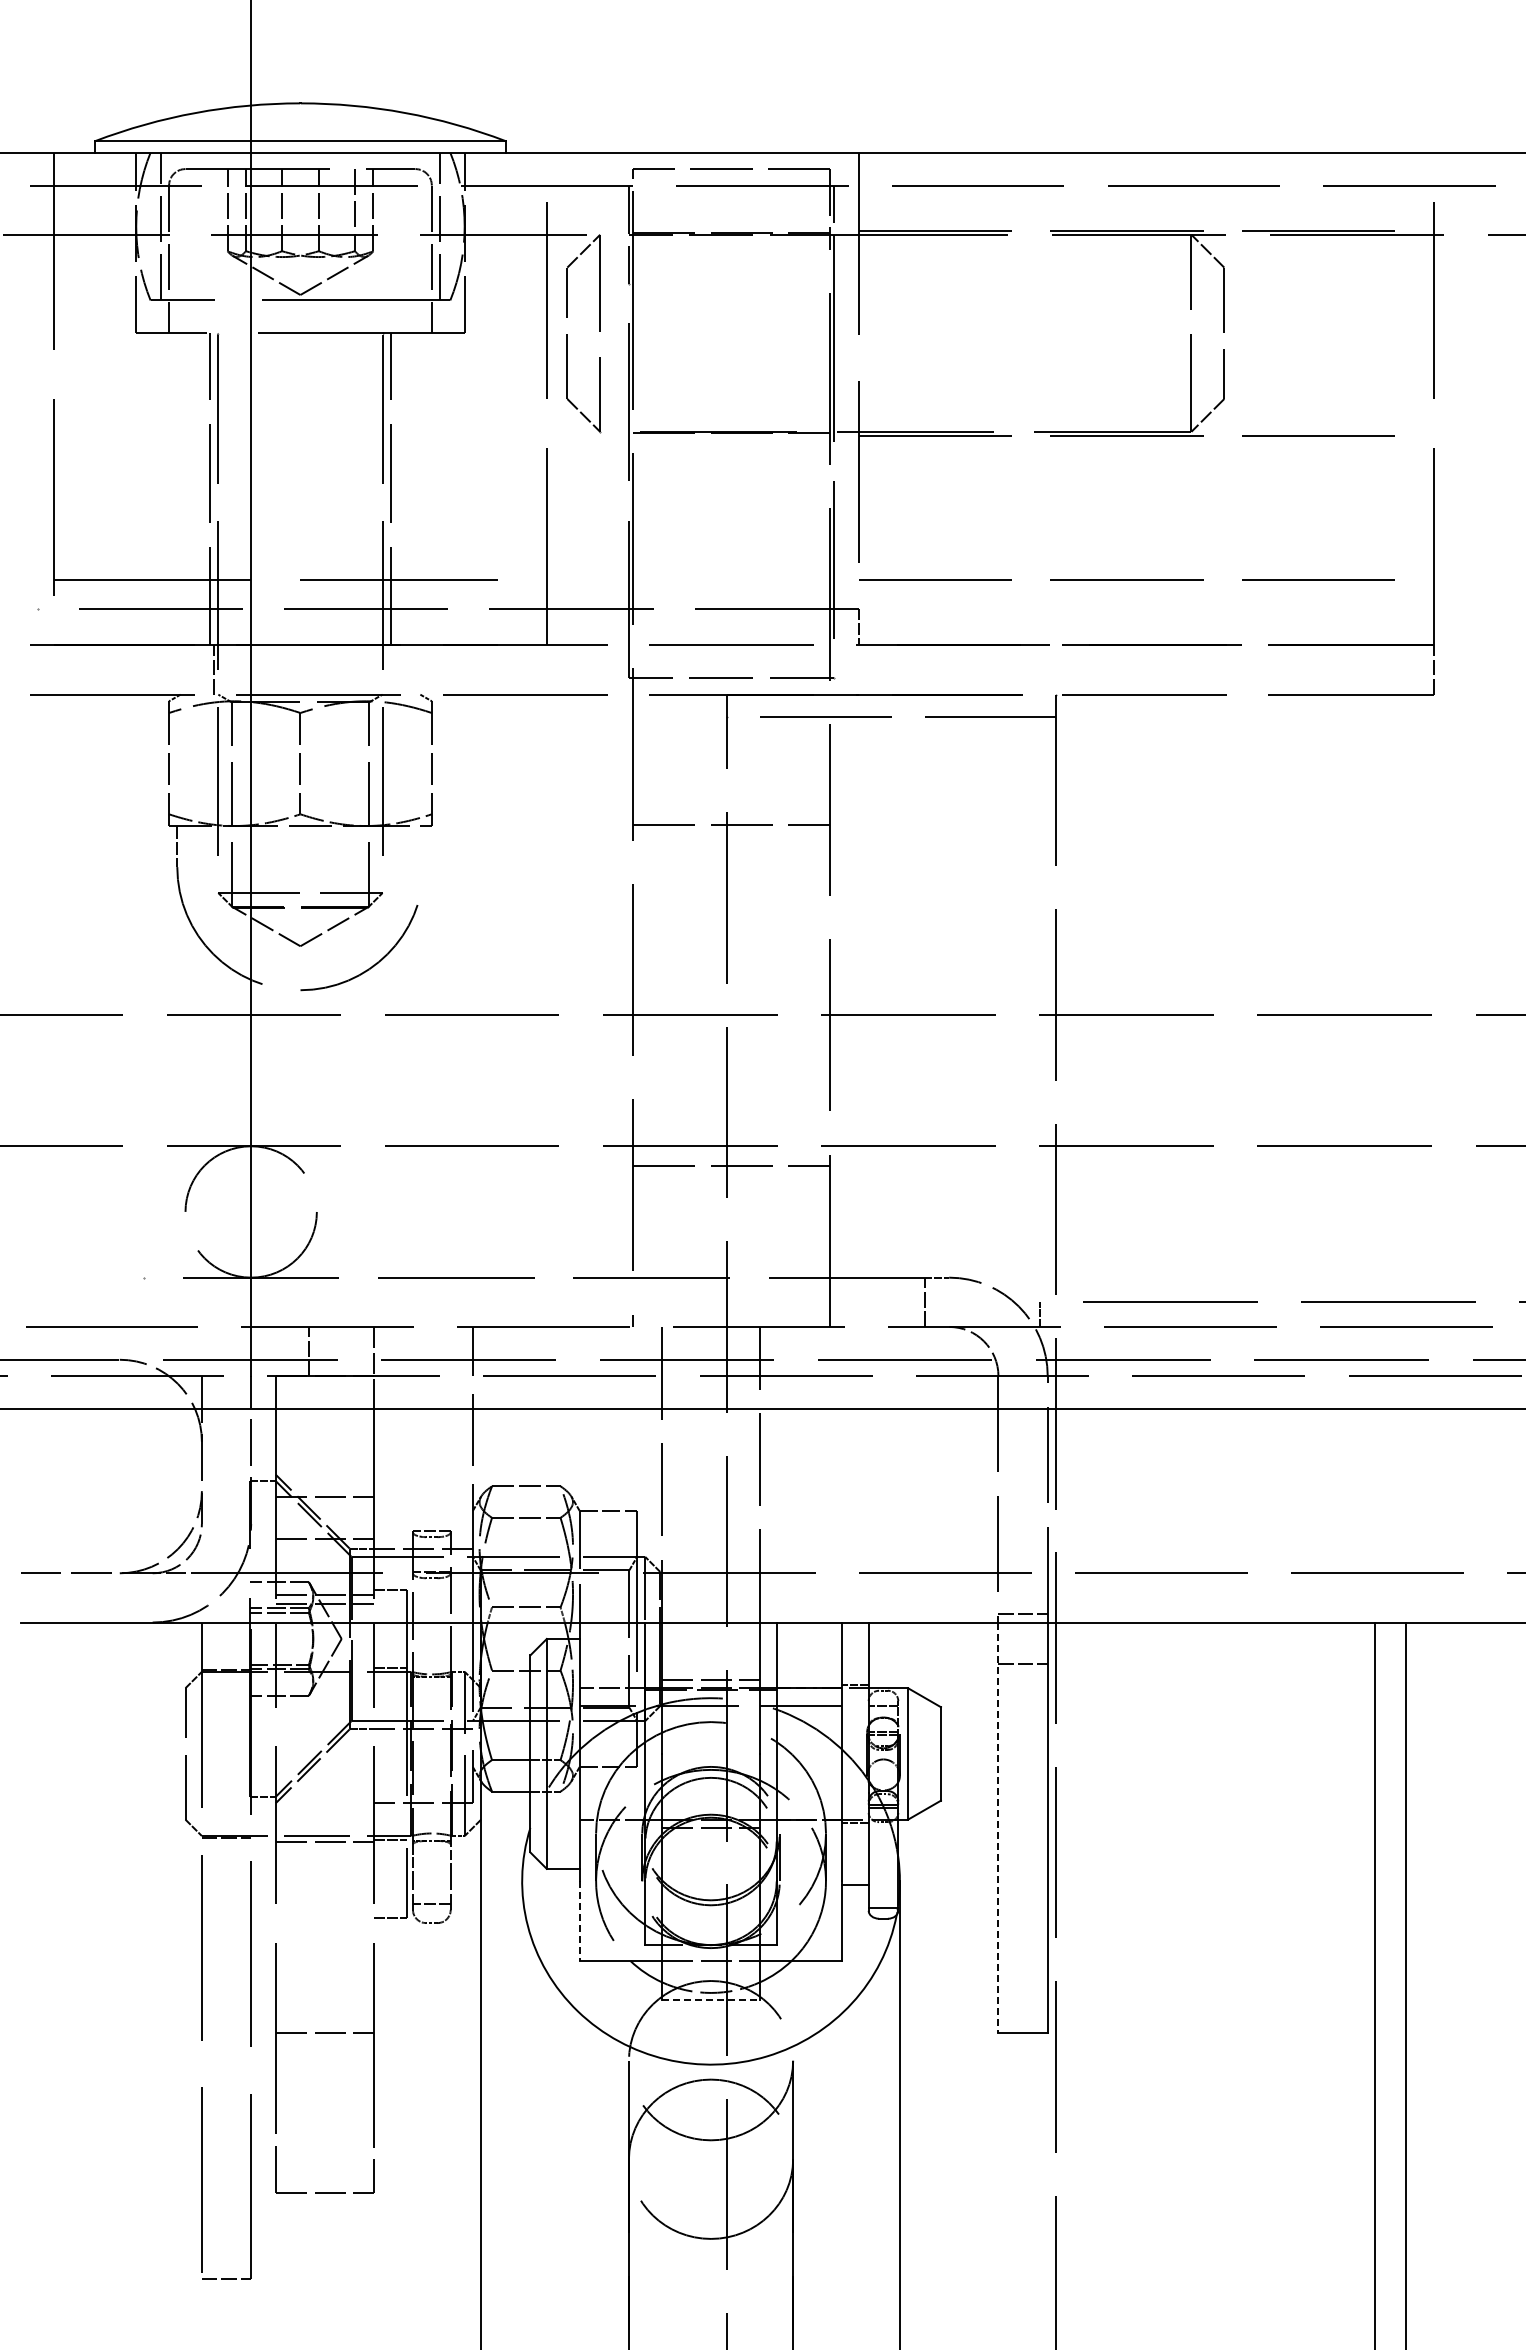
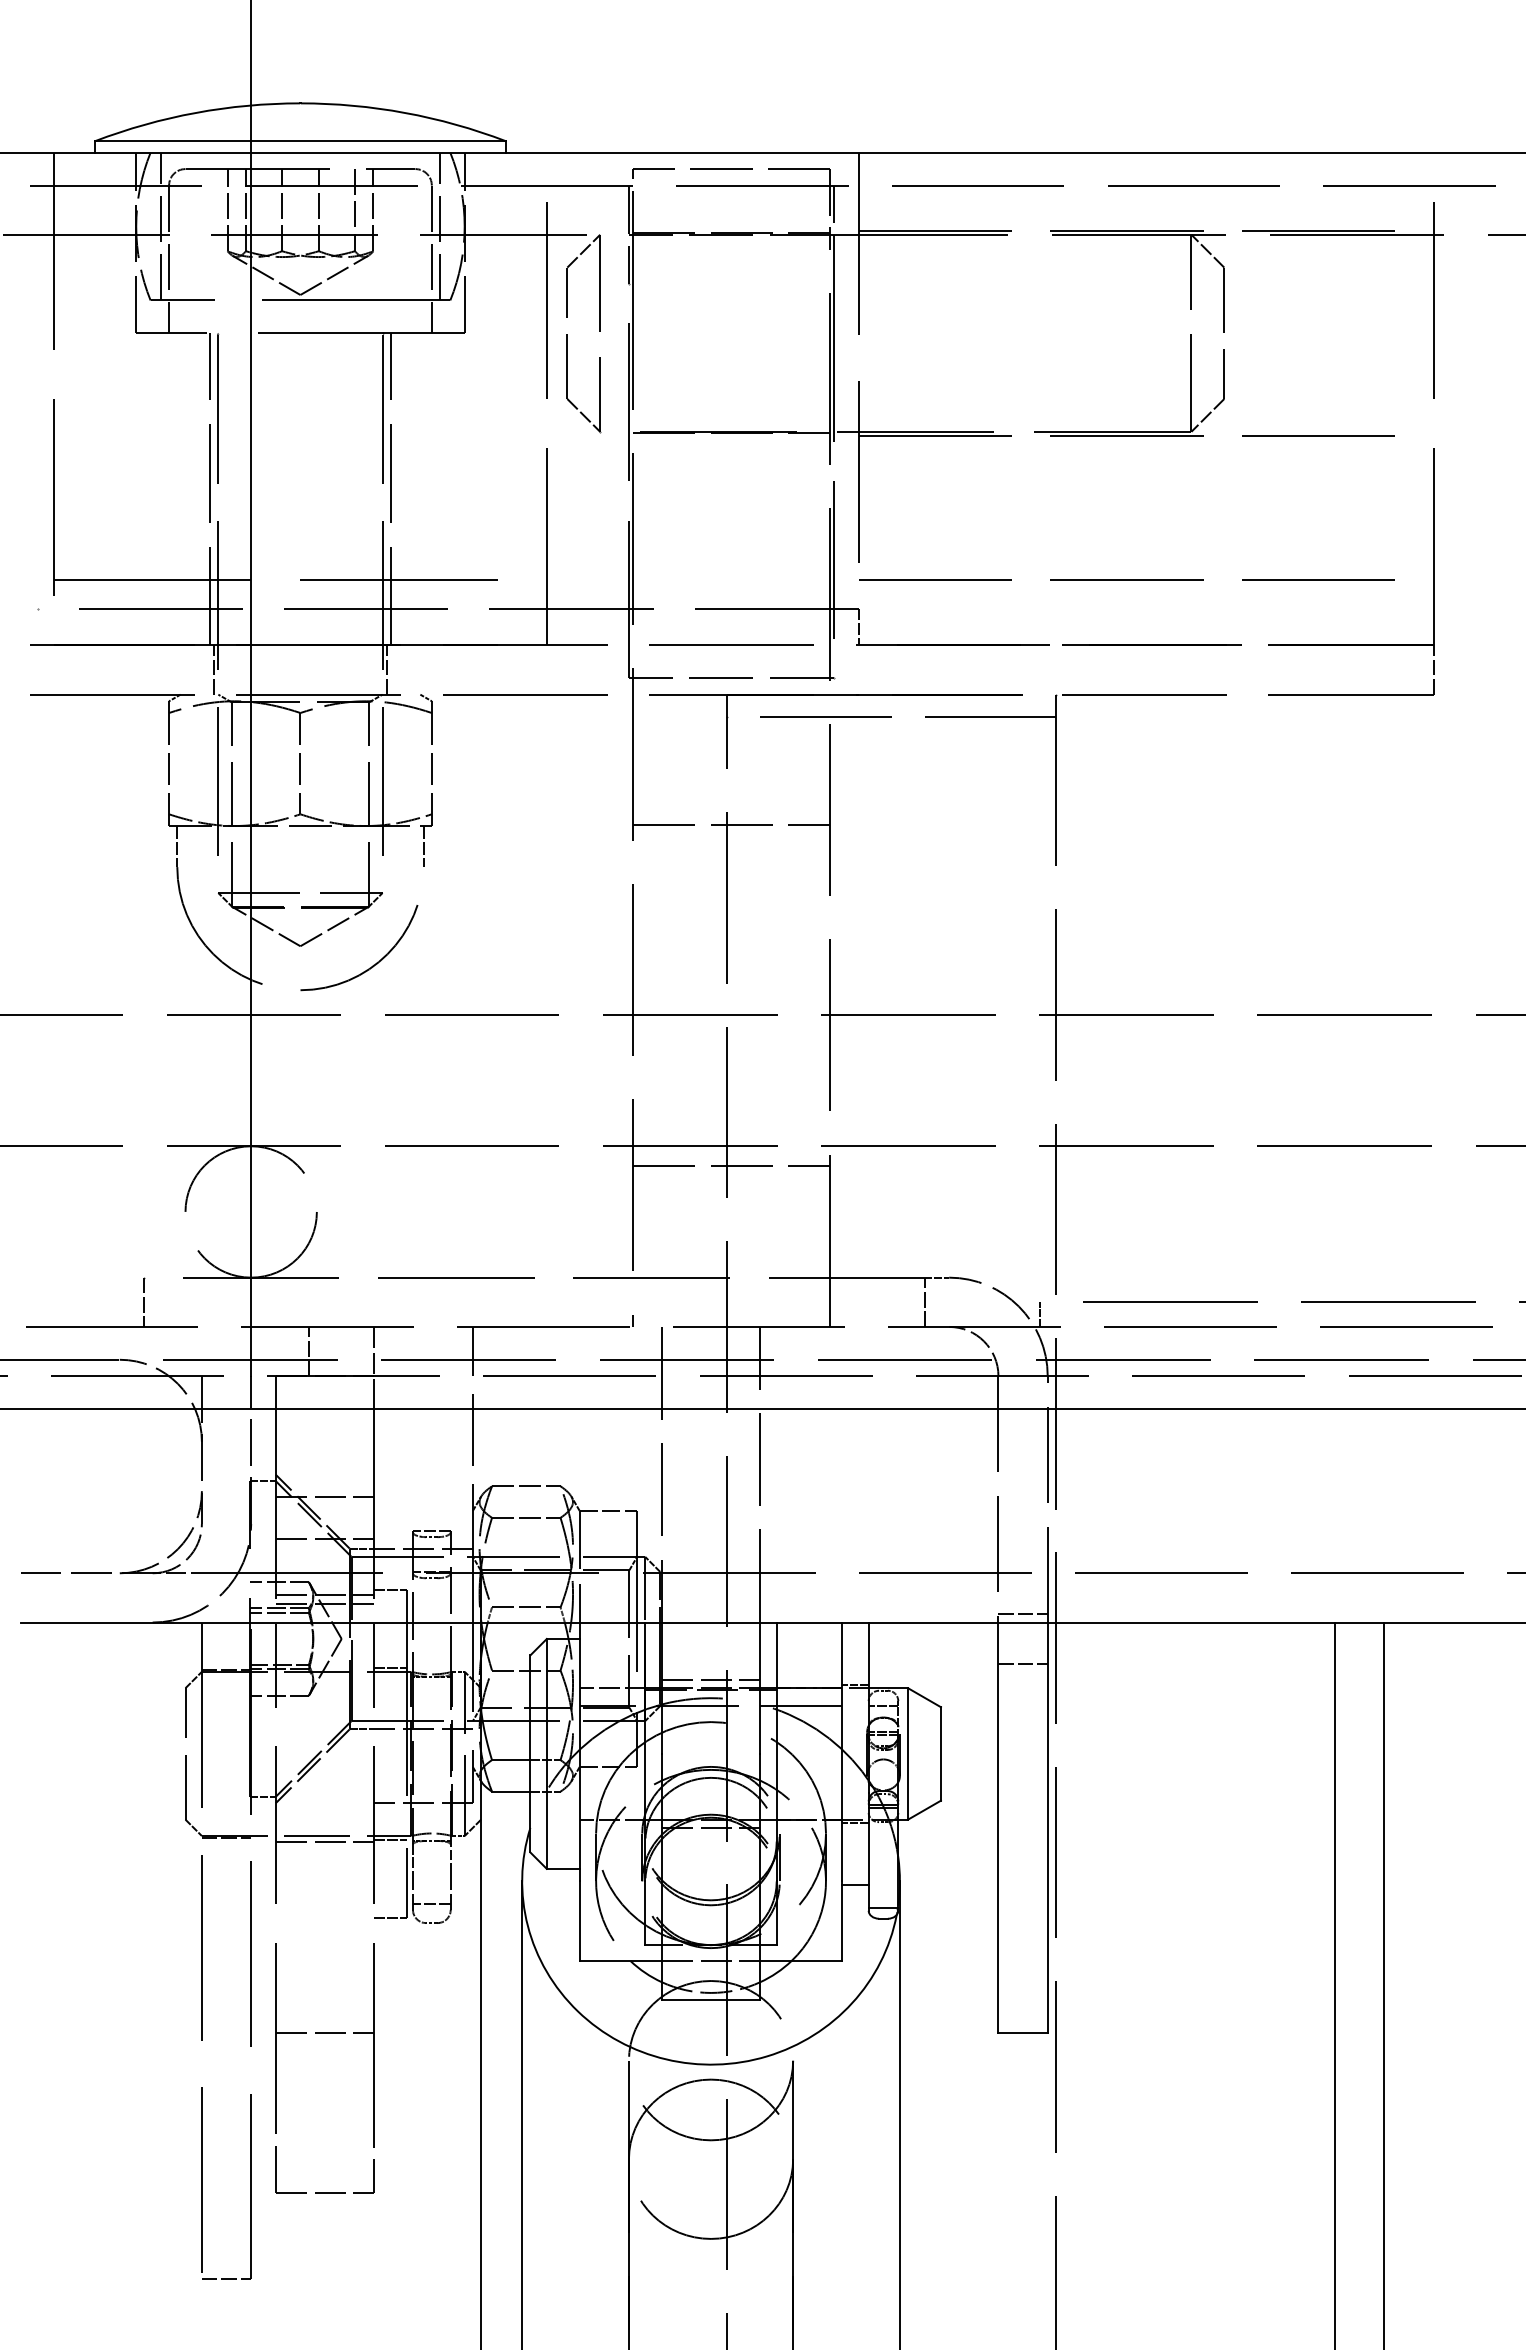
line at (386, 669): none -> present
line at (423, 846): none -> present
line at (144, 1301): none -> present
line at (998, 1828): dashed -> solid
line at (579, 1921): dashed -> solid
line at (1375, 1984) position: (1375, 1984) -> (1335, 1984)
line at (1406, 1984) position: (1406, 1984) -> (1384, 1984)
line at (711, 2000): dashed -> solid
line at (522, 2113): none -> present
